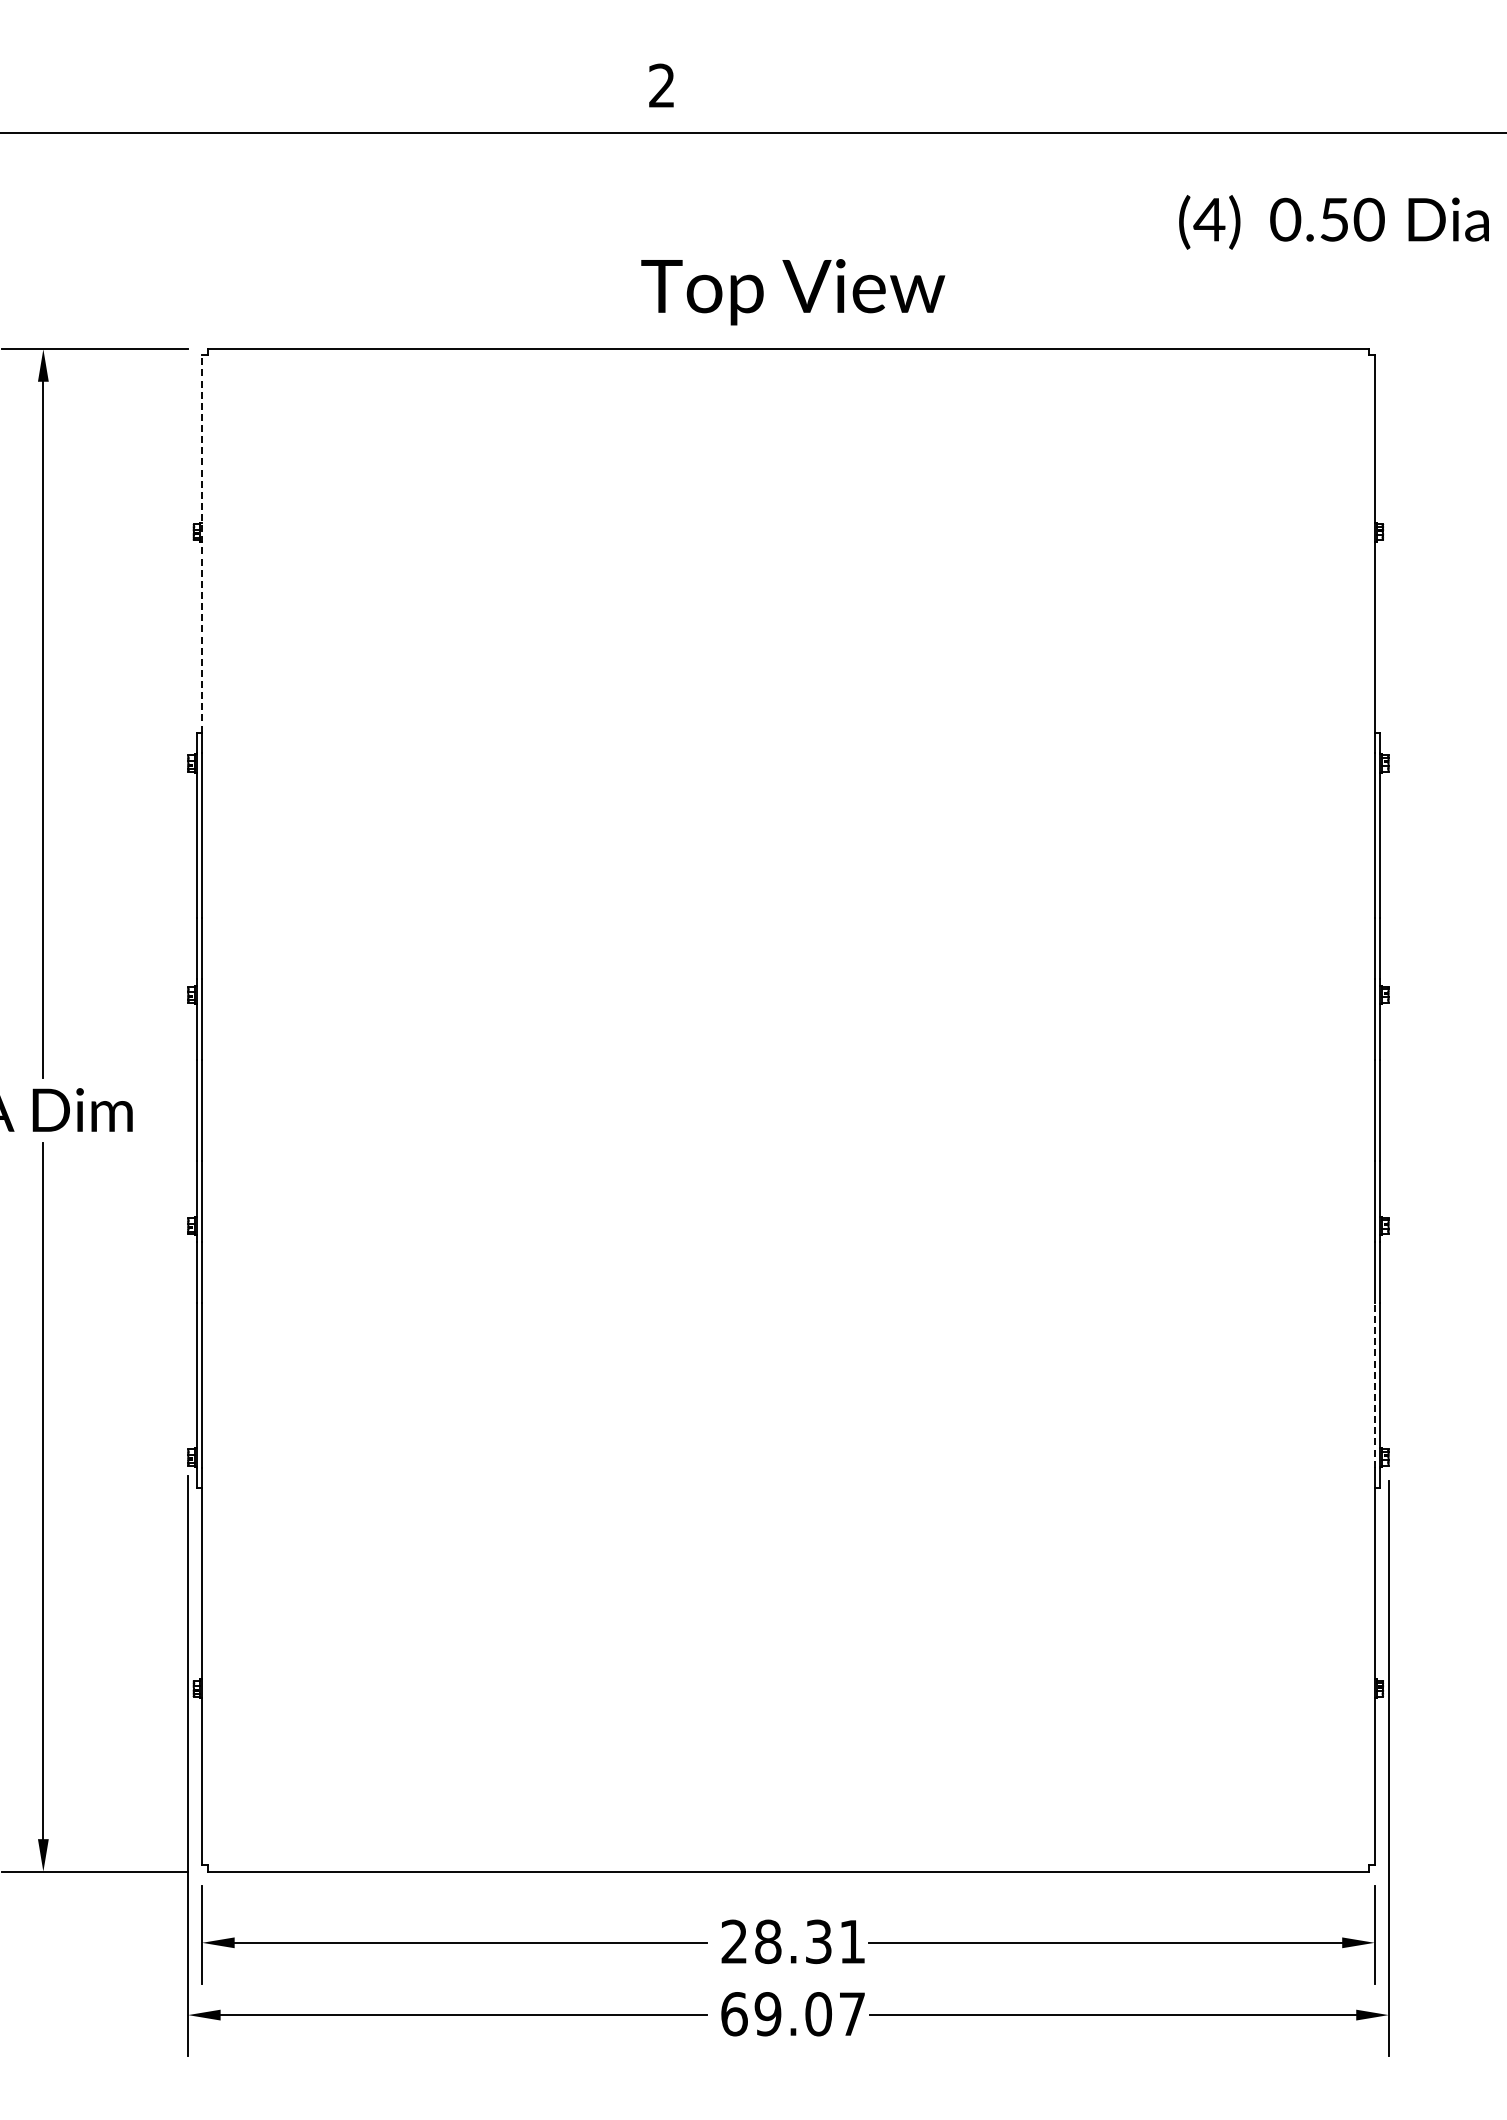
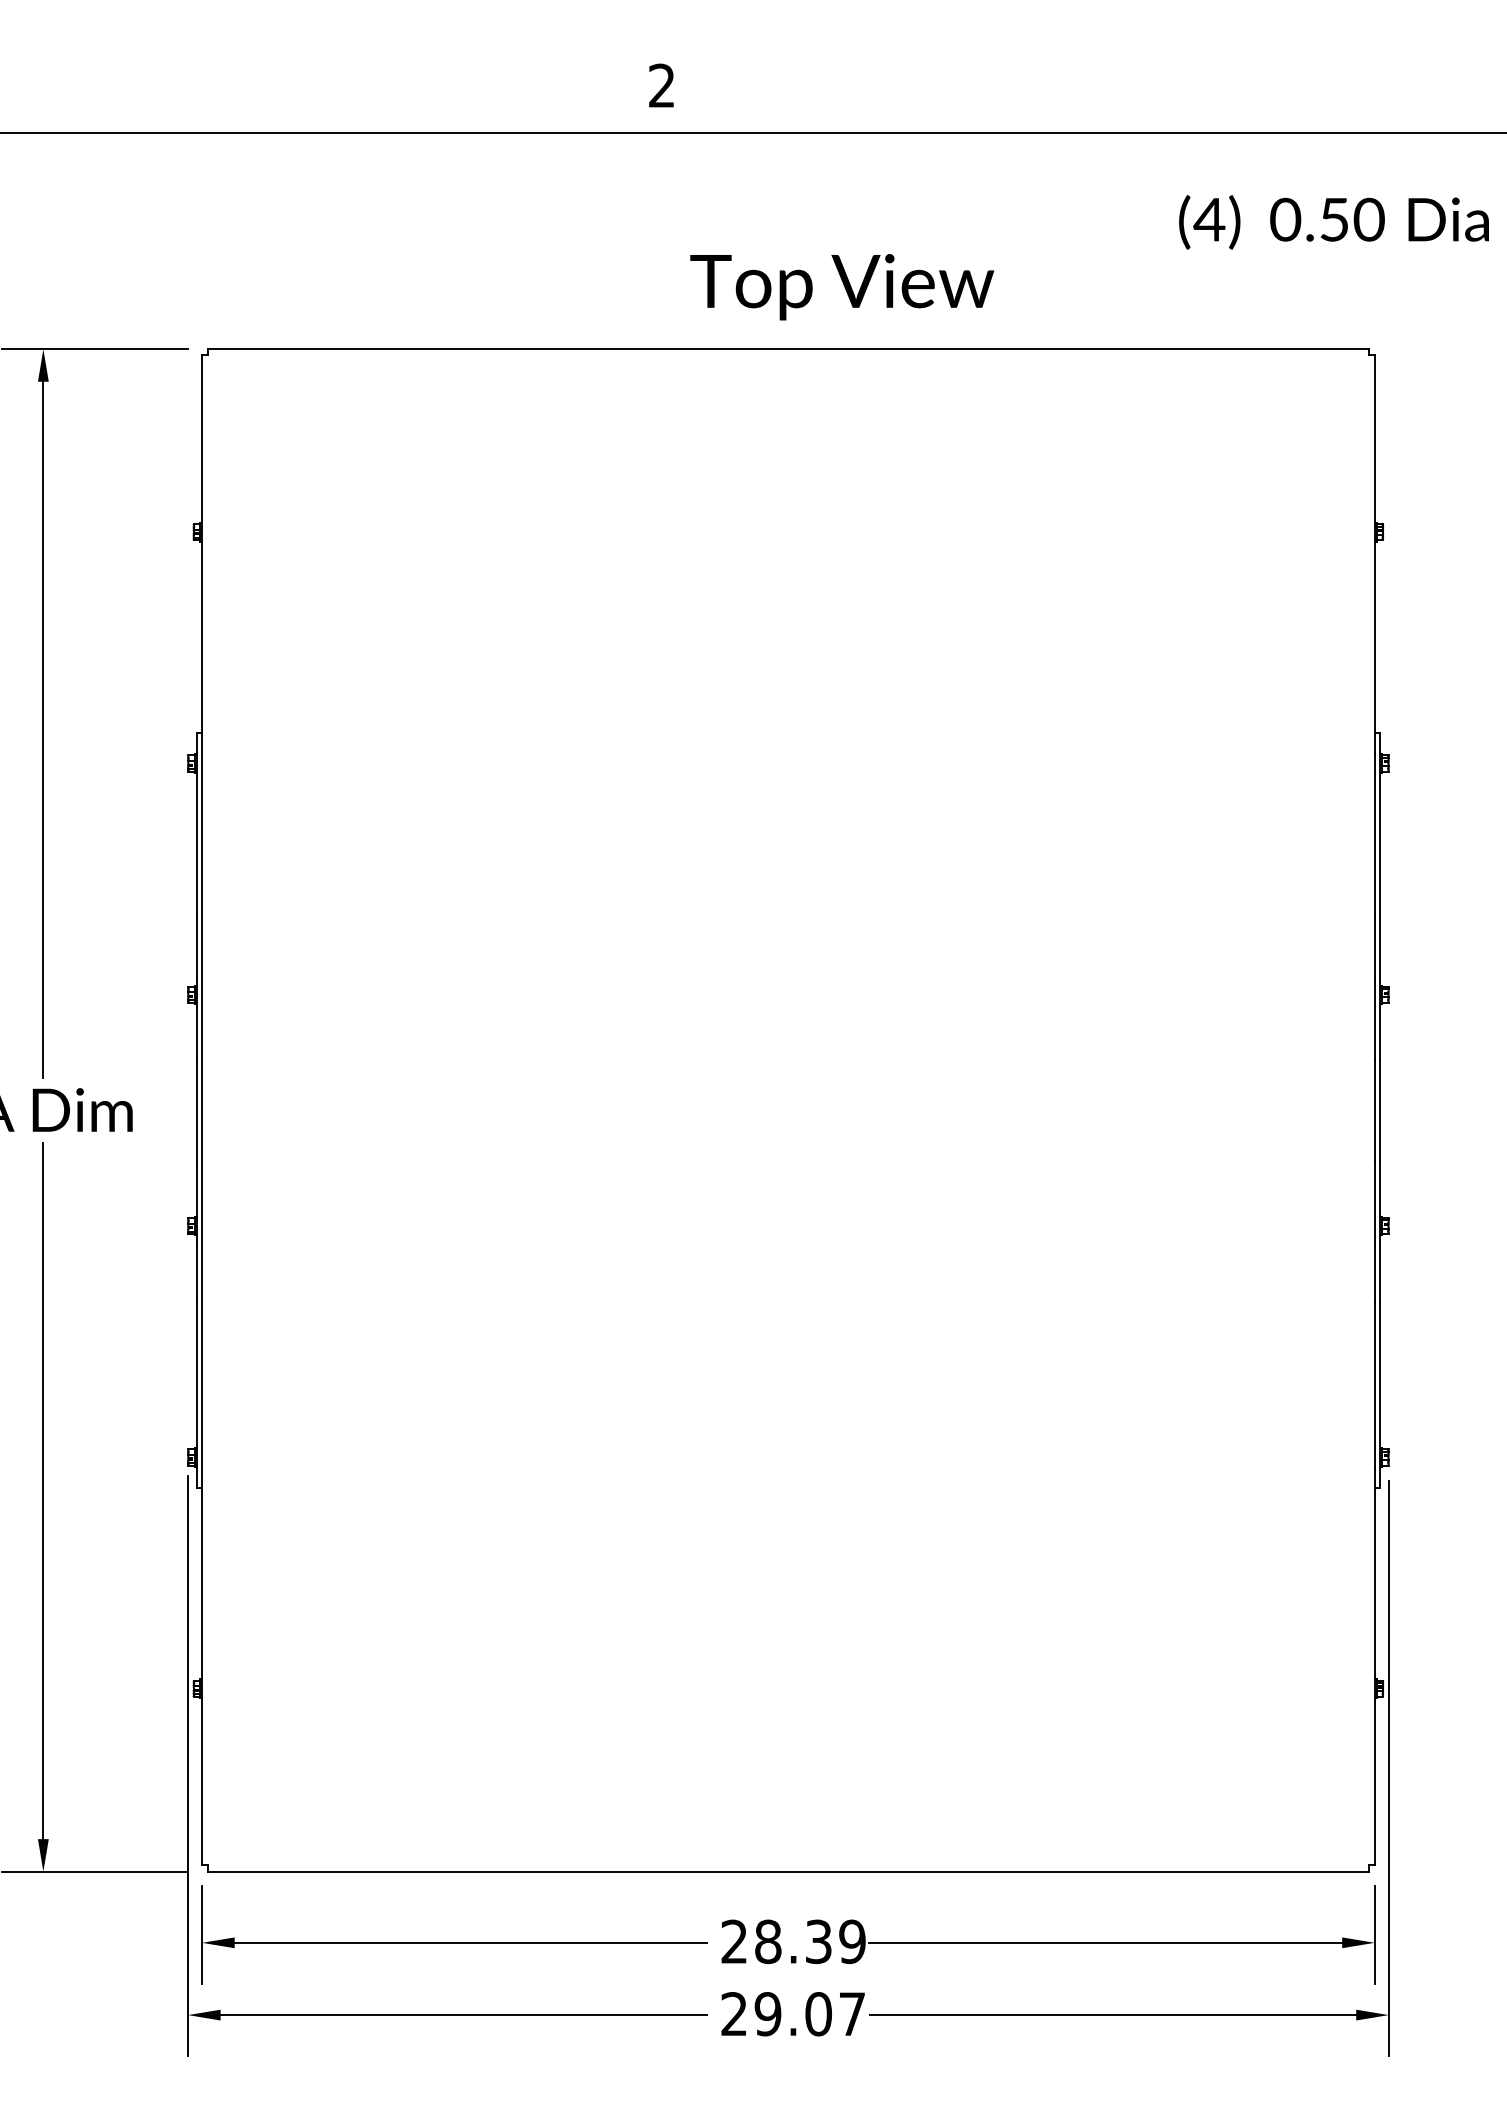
text at (793, 292) position: (793, 292) -> (842, 287)
line at (202, 543): dashed -> solid
line at (1374, 1385): dashed -> solid
text at (852, 1941): 28.31 -> 28.39
text at (734, 2014): 69.07 -> 29.07
